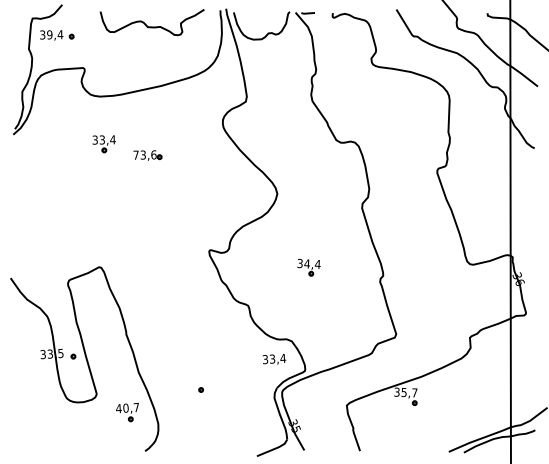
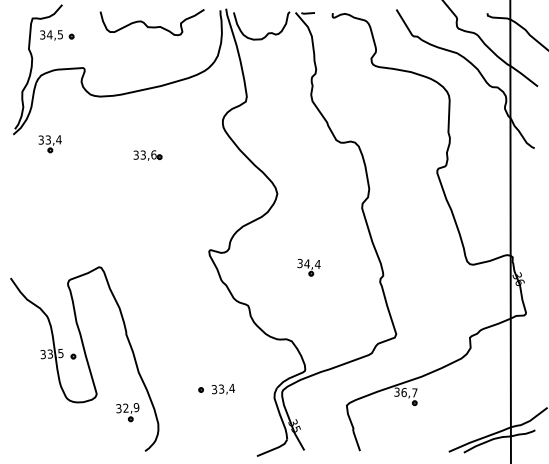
text at (54, 34): 39,4 -> 34,5
part at (103, 144) position: (103, 144) -> (49, 144)
text at (135, 154): 73,6 -> 33,6
text at (274, 359) position: (274, 359) -> (223, 389)
text at (403, 392): 35,7 -> 36,7
text at (127, 408): 40,7 -> 32,9
